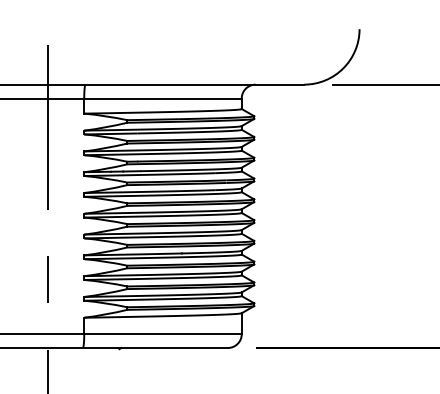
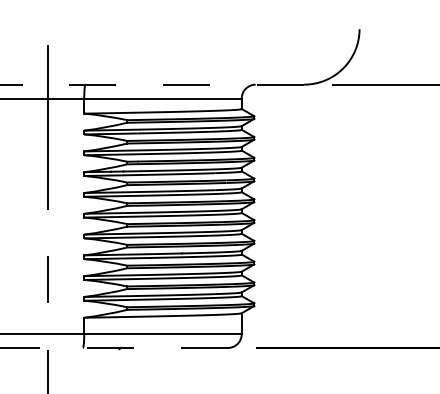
line at (152, 84): solid -> dashed
line at (114, 347): solid -> dashed
